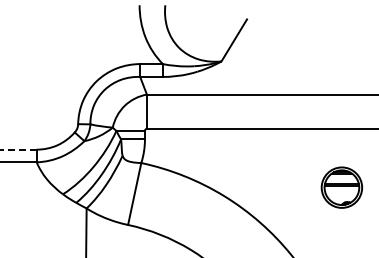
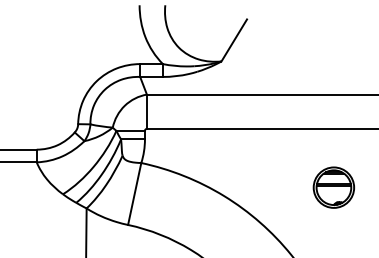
line at (18, 149): dashed -> solid
part at (341, 187) position: (341, 187) -> (333, 187)
